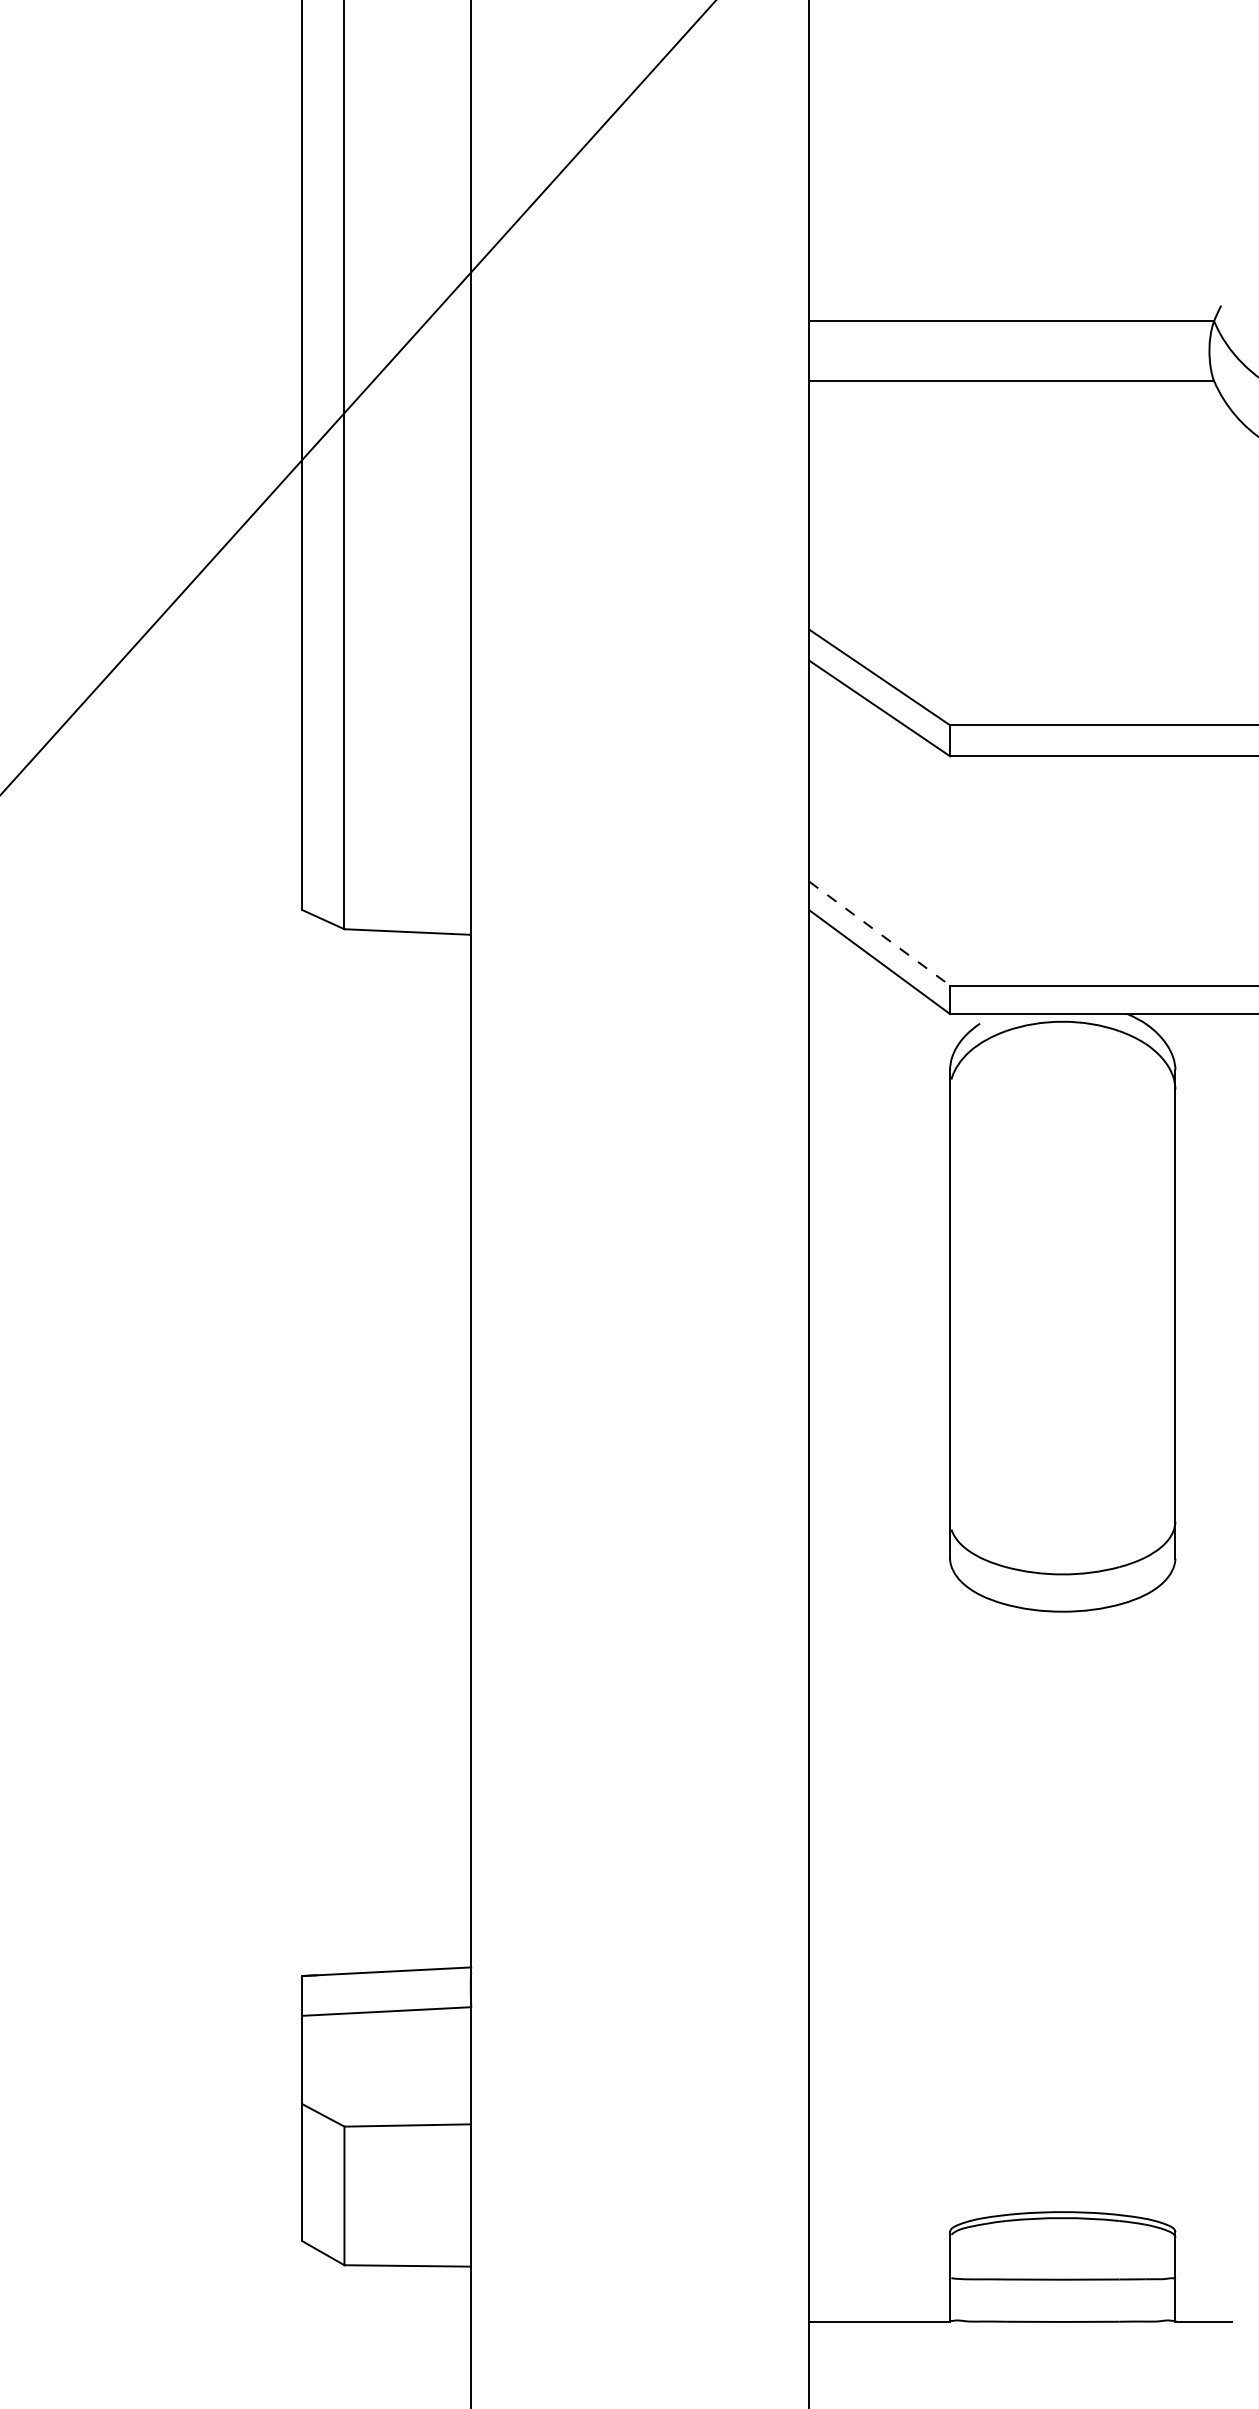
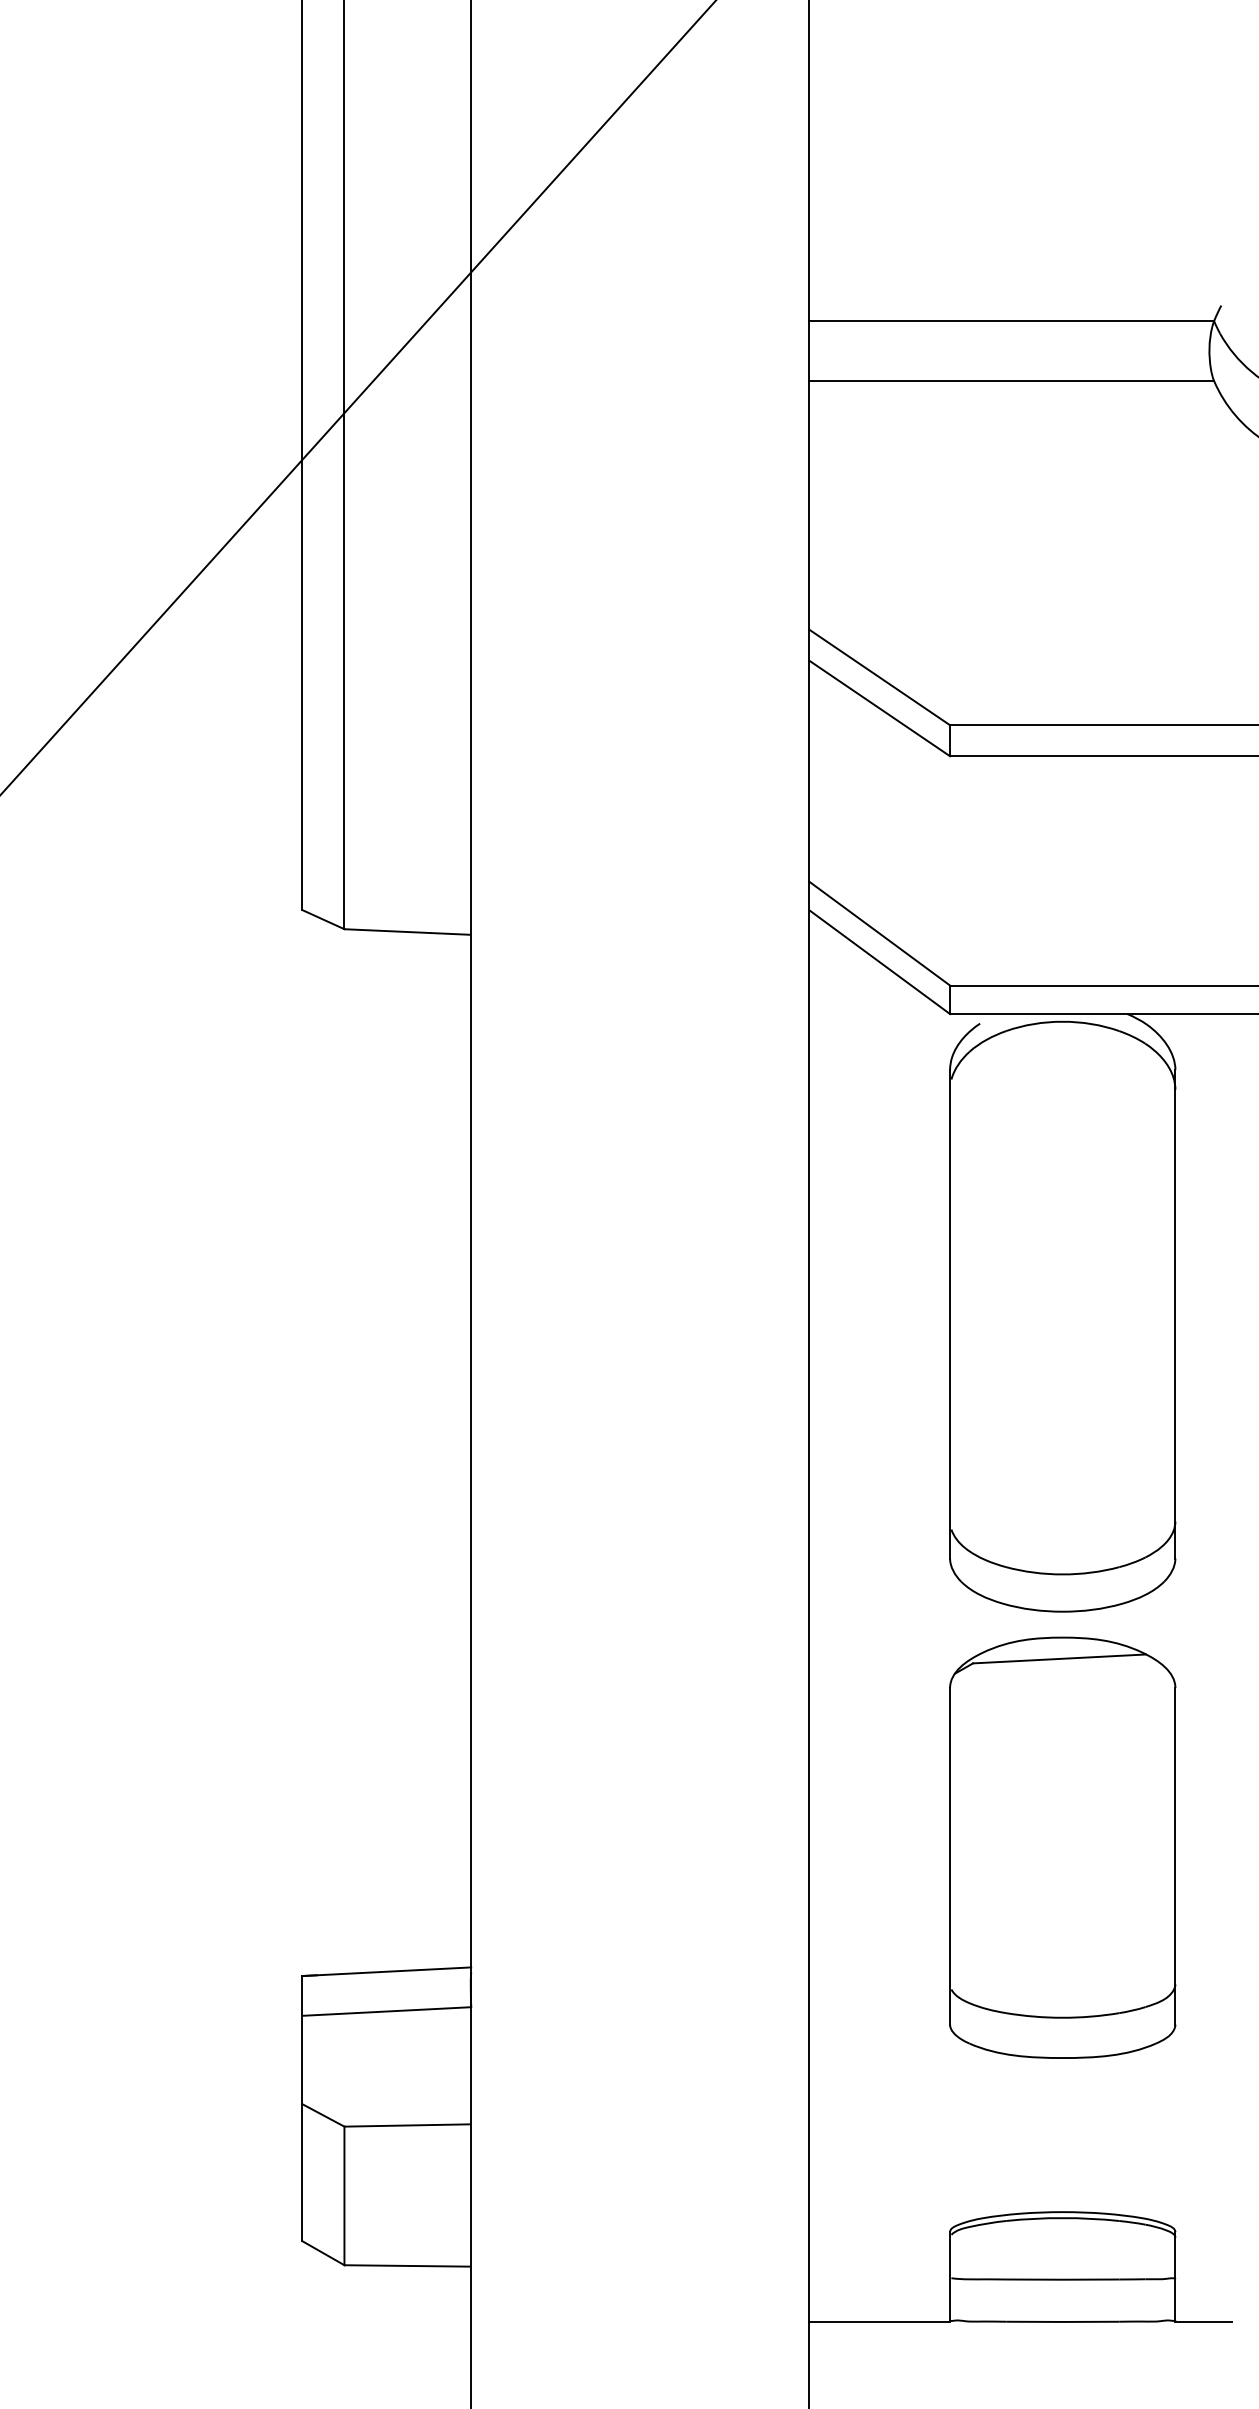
line at (879, 933): dashed -> solid
part at (1062, 1847): none -> present
